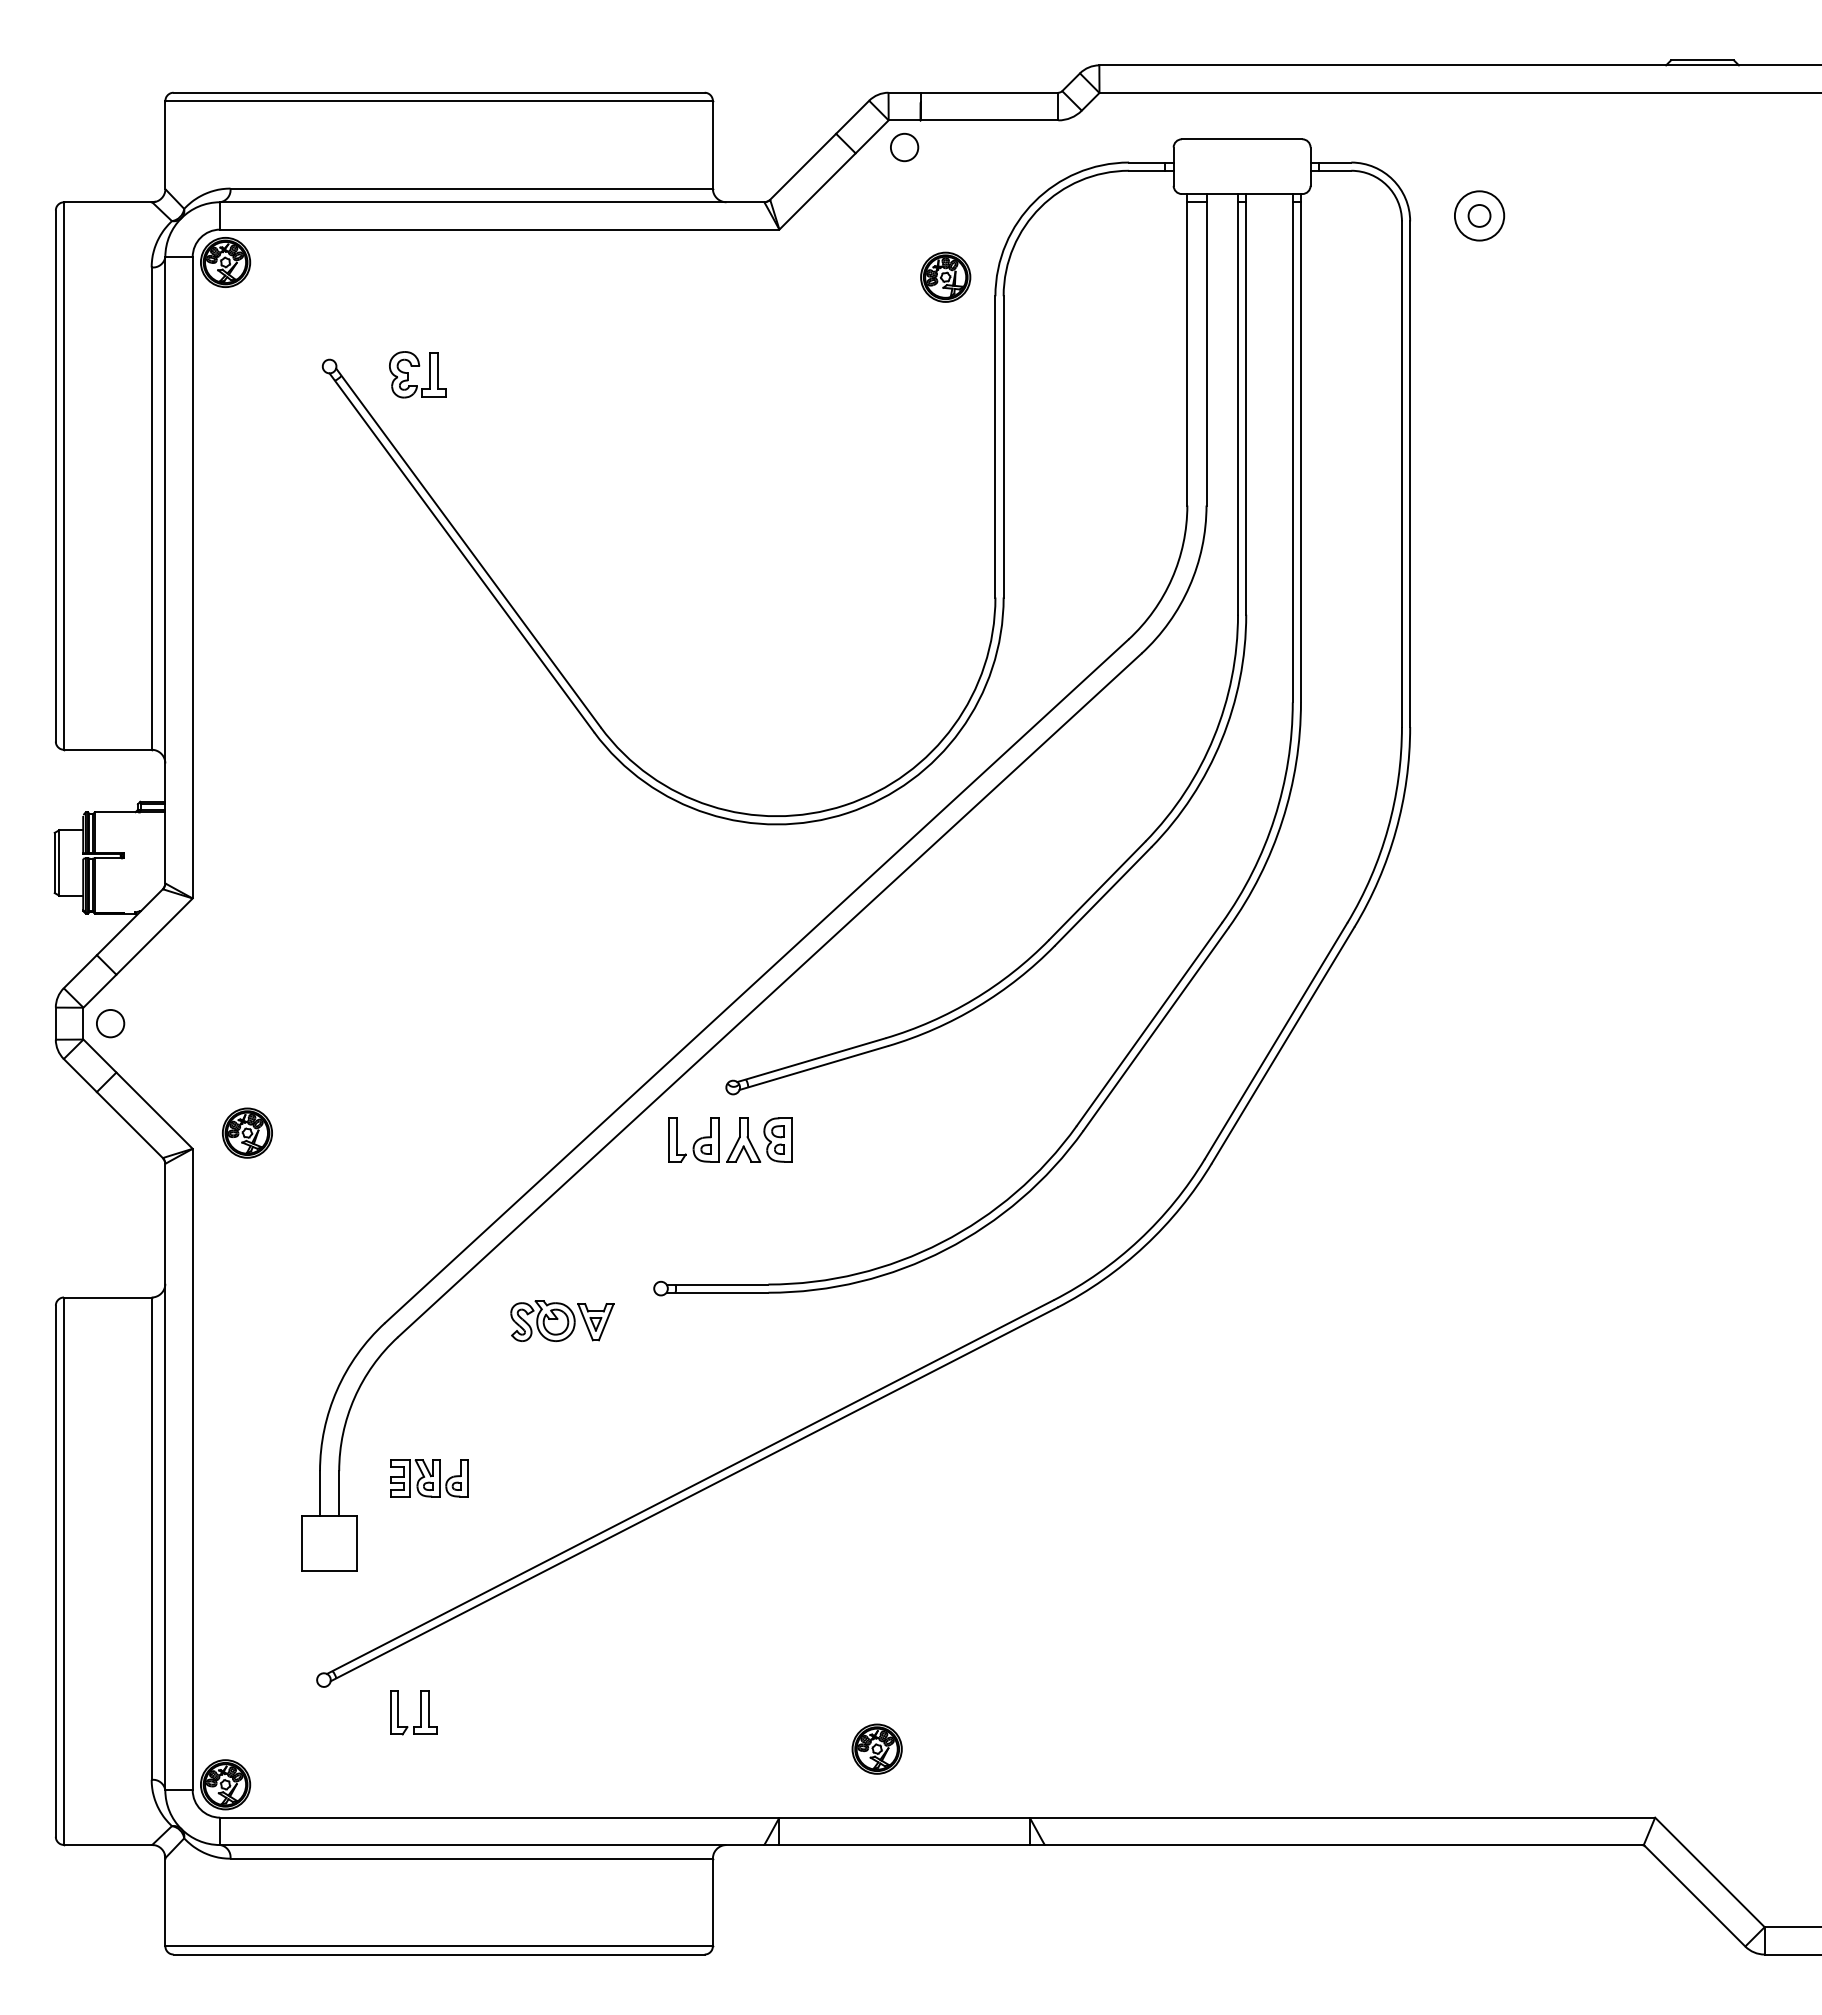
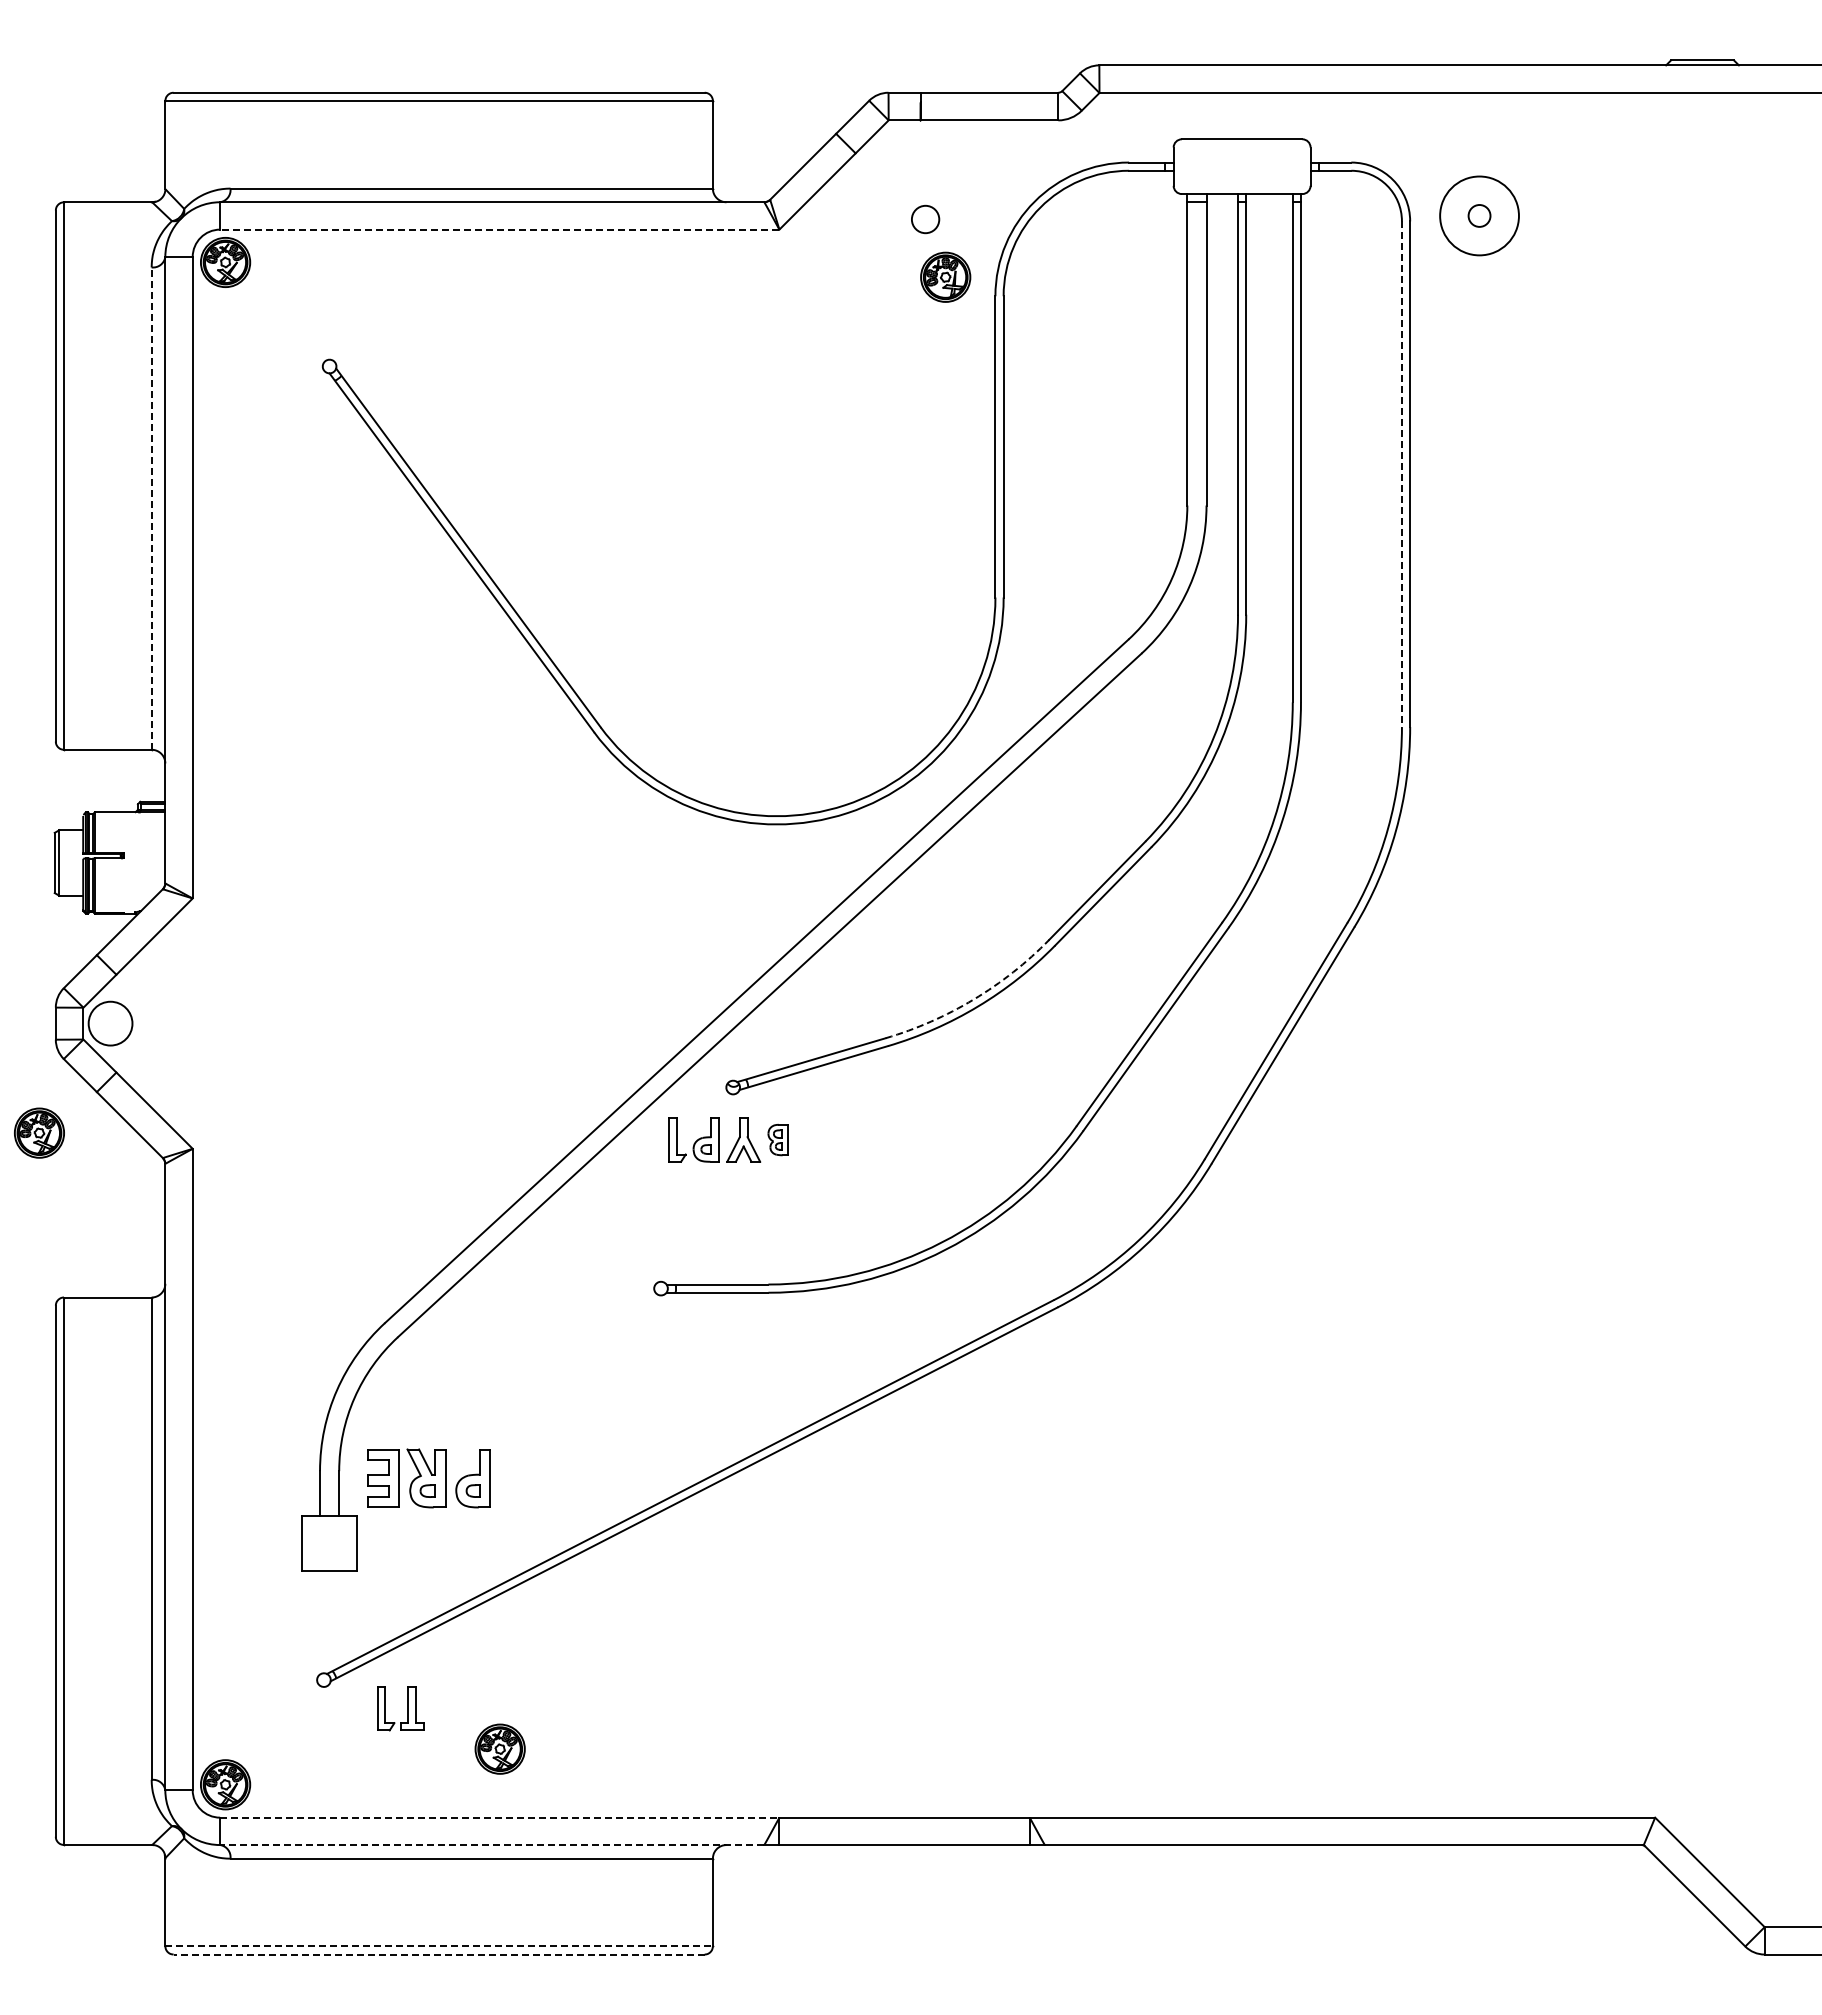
circle at (904, 147) position: (904, 147) -> (925, 219)
circle at (1479, 215) diameter: 49 px -> 79 px
line at (499, 229): solid -> dashed
part at (417, 366): present -> none
line at (1401, 474): solid -> dashed
line at (151, 508): solid -> dashed
arc at (973, 999): solid -> dashed
circle at (110, 1023) diameter: 27 px -> 44 px
part at (247, 1132) position: (247, 1132) -> (39, 1132)
part at (777, 1139) size: 30x46 px -> 22x33 px
part at (562, 1320): present -> none
part at (429, 1478) size: 79x39 px -> 124x61 px
part at (420, 1712) position: (420, 1712) -> (407, 1708)
part at (876, 1748) position: (876, 1748) -> (499, 1748)
line at (499, 1817): solid -> dashed
line at (491, 1845): solid -> dashed
line at (439, 1946): solid -> dashed
line at (439, 1954): solid -> dashed
